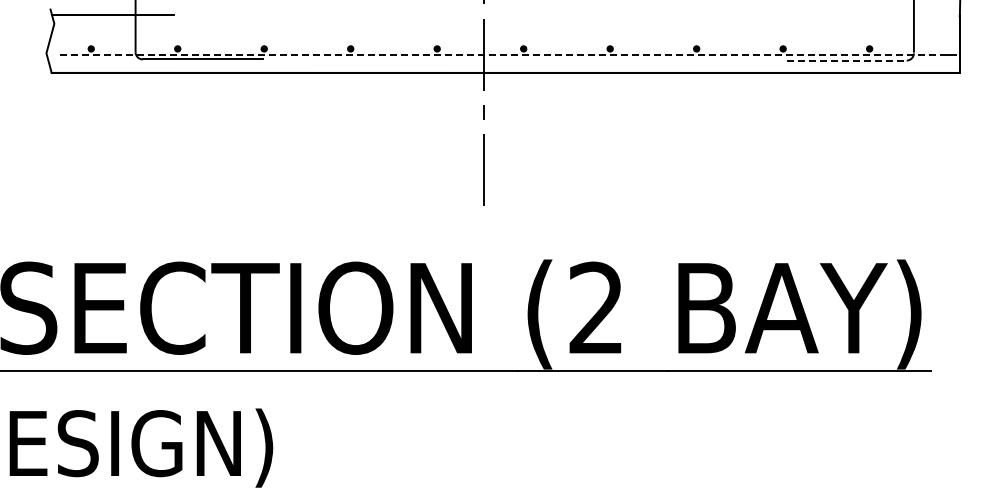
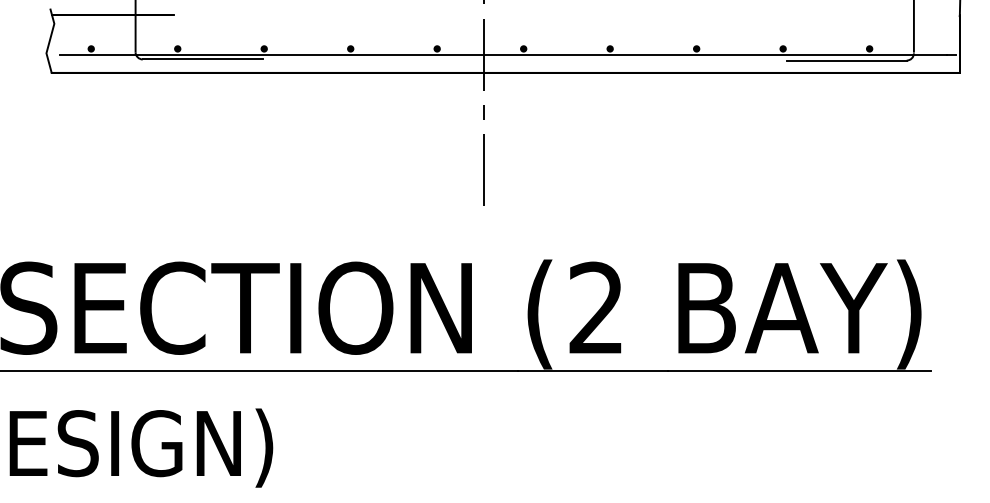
line at (502, 54): dashed -> solid
line at (846, 60): dashed -> solid
